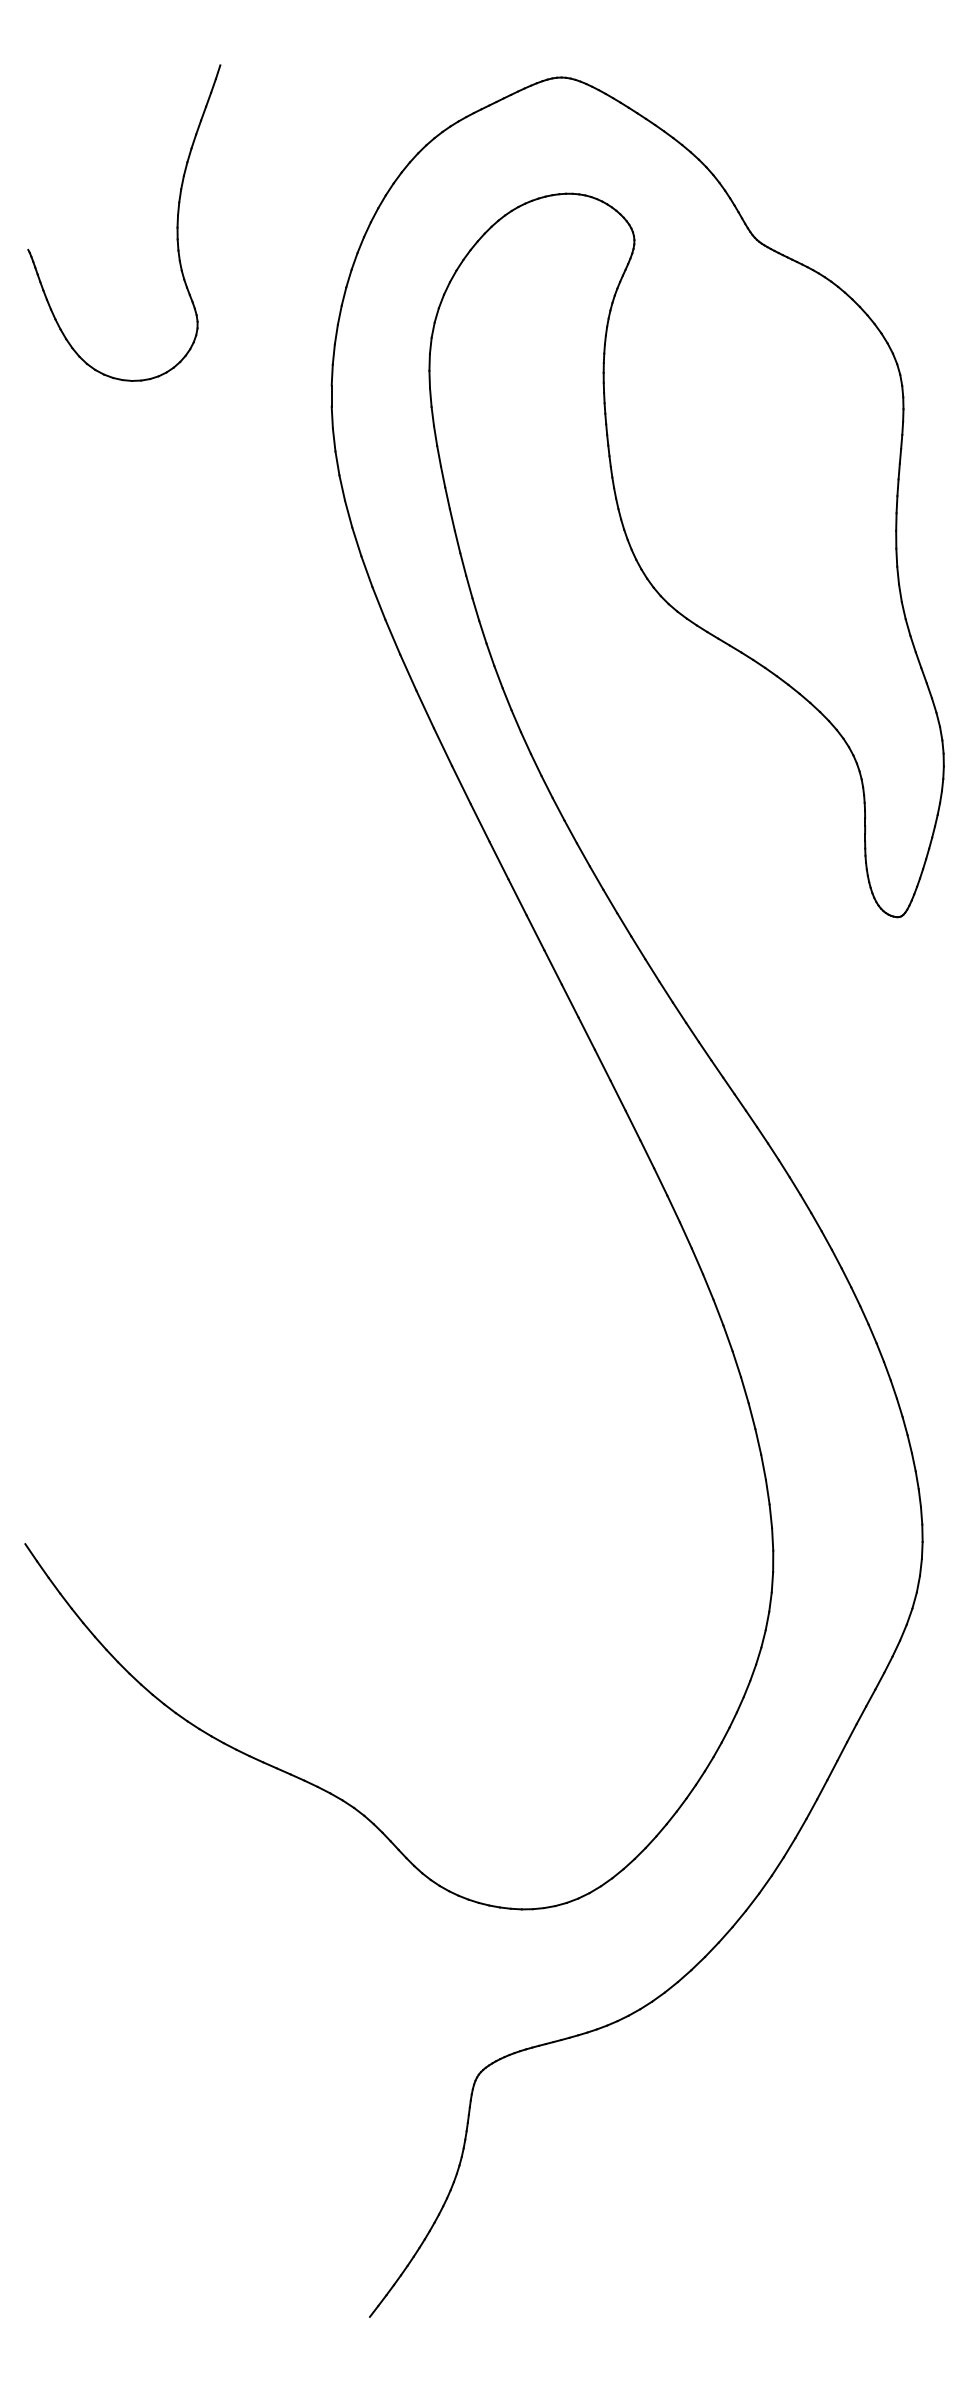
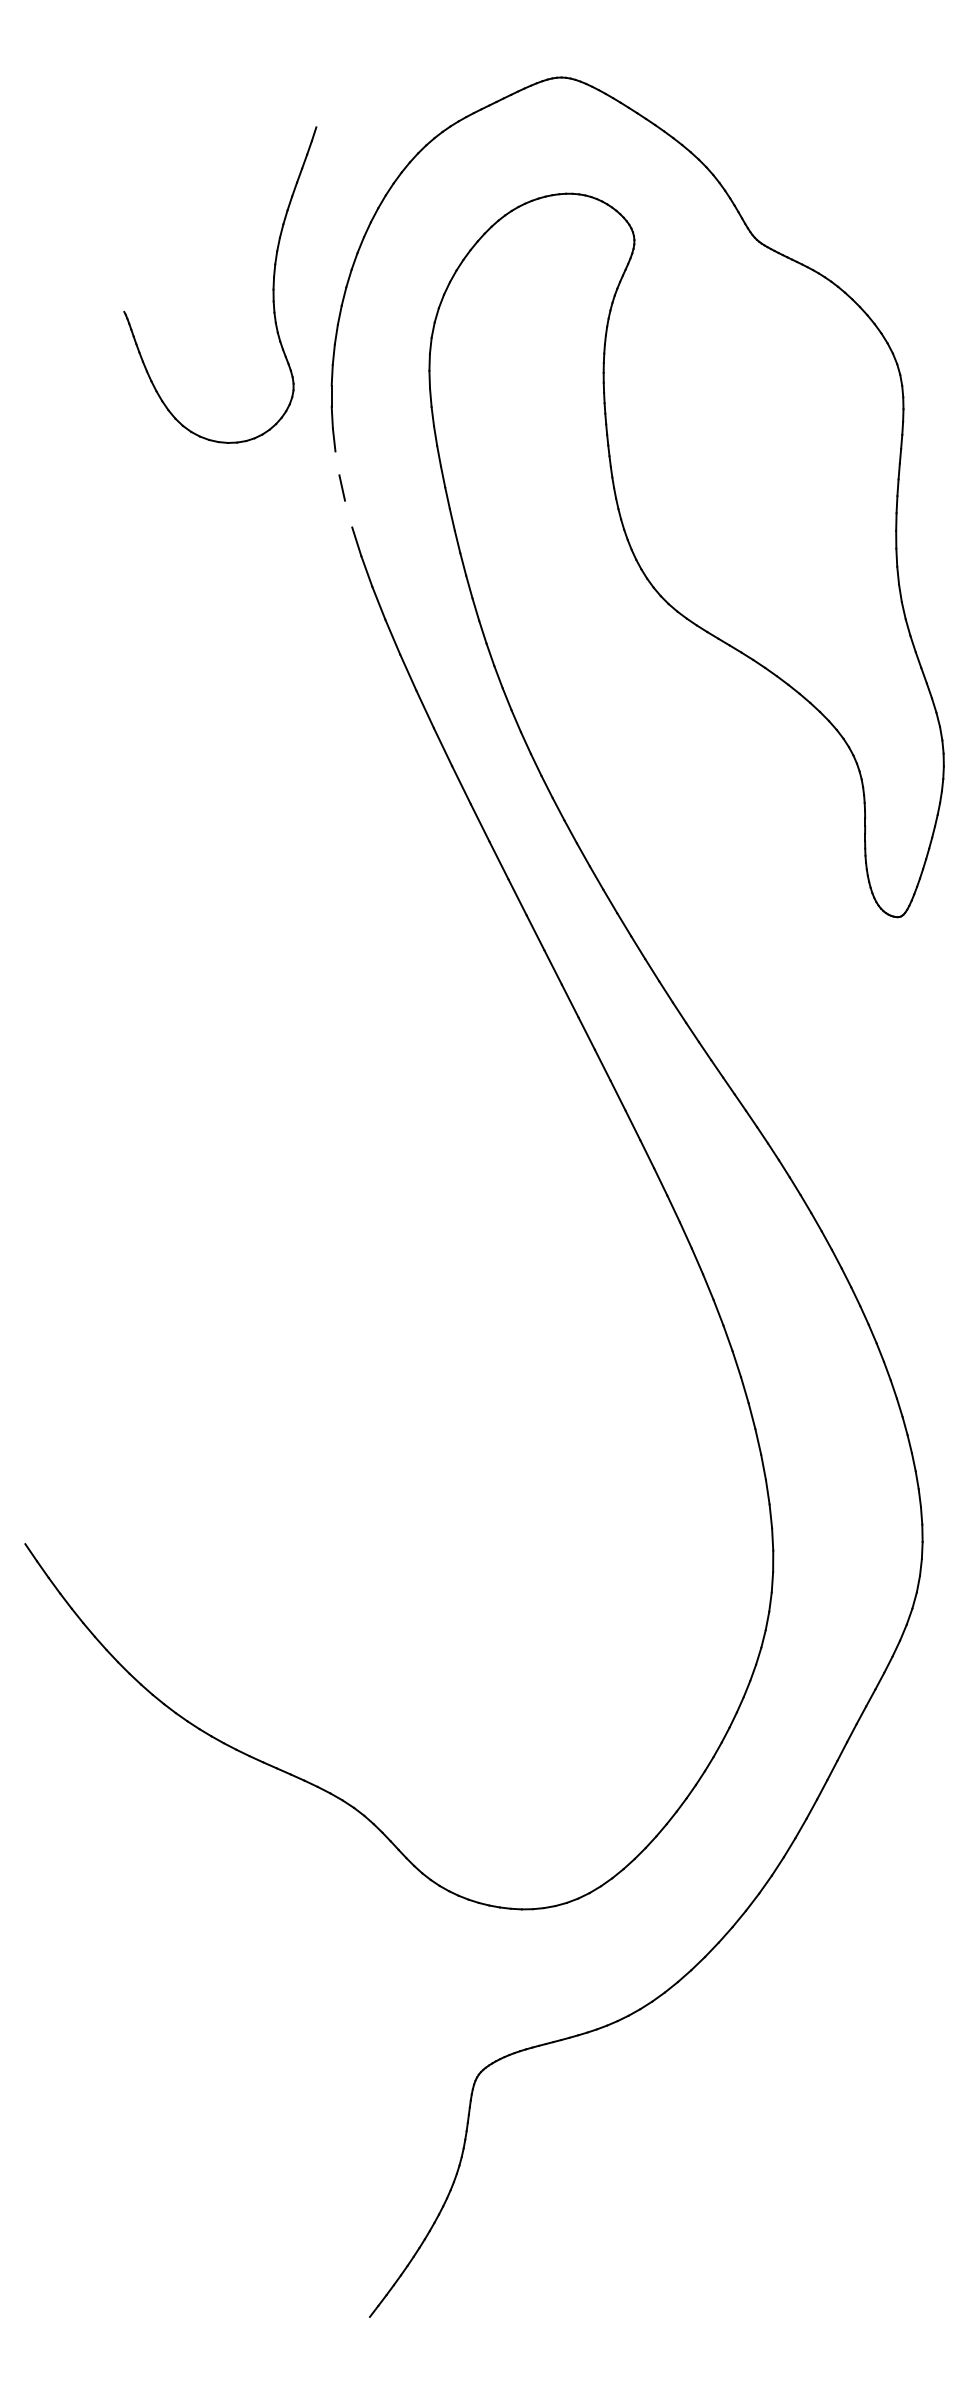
part at (176, 222) position: (176, 222) -> (272, 284)
line at (337, 463): present -> none
line at (348, 513): present -> none
